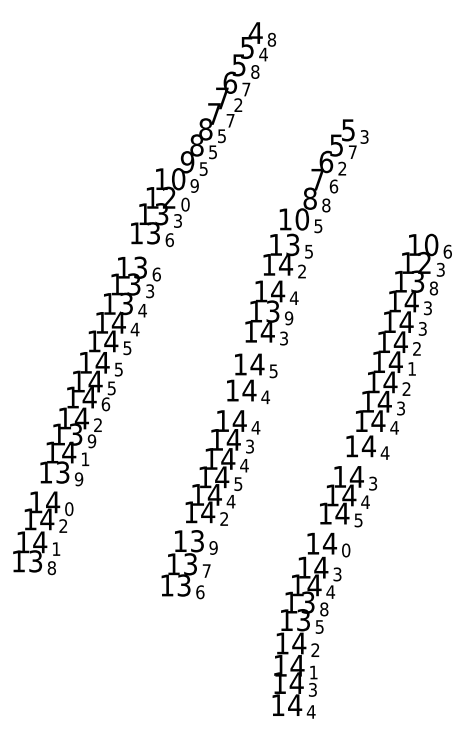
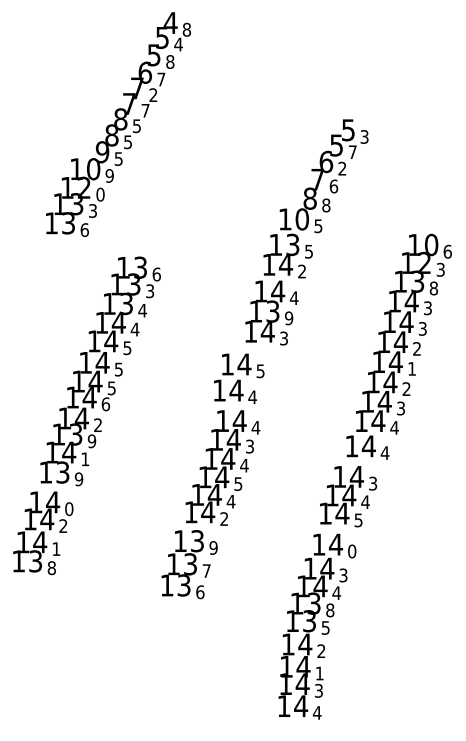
text at (203, 134) position: (203, 134) -> (118, 124)
text at (252, 378) position: (252, 378) -> (239, 378)
text at (311, 625) position: (311, 625) -> (317, 626)
